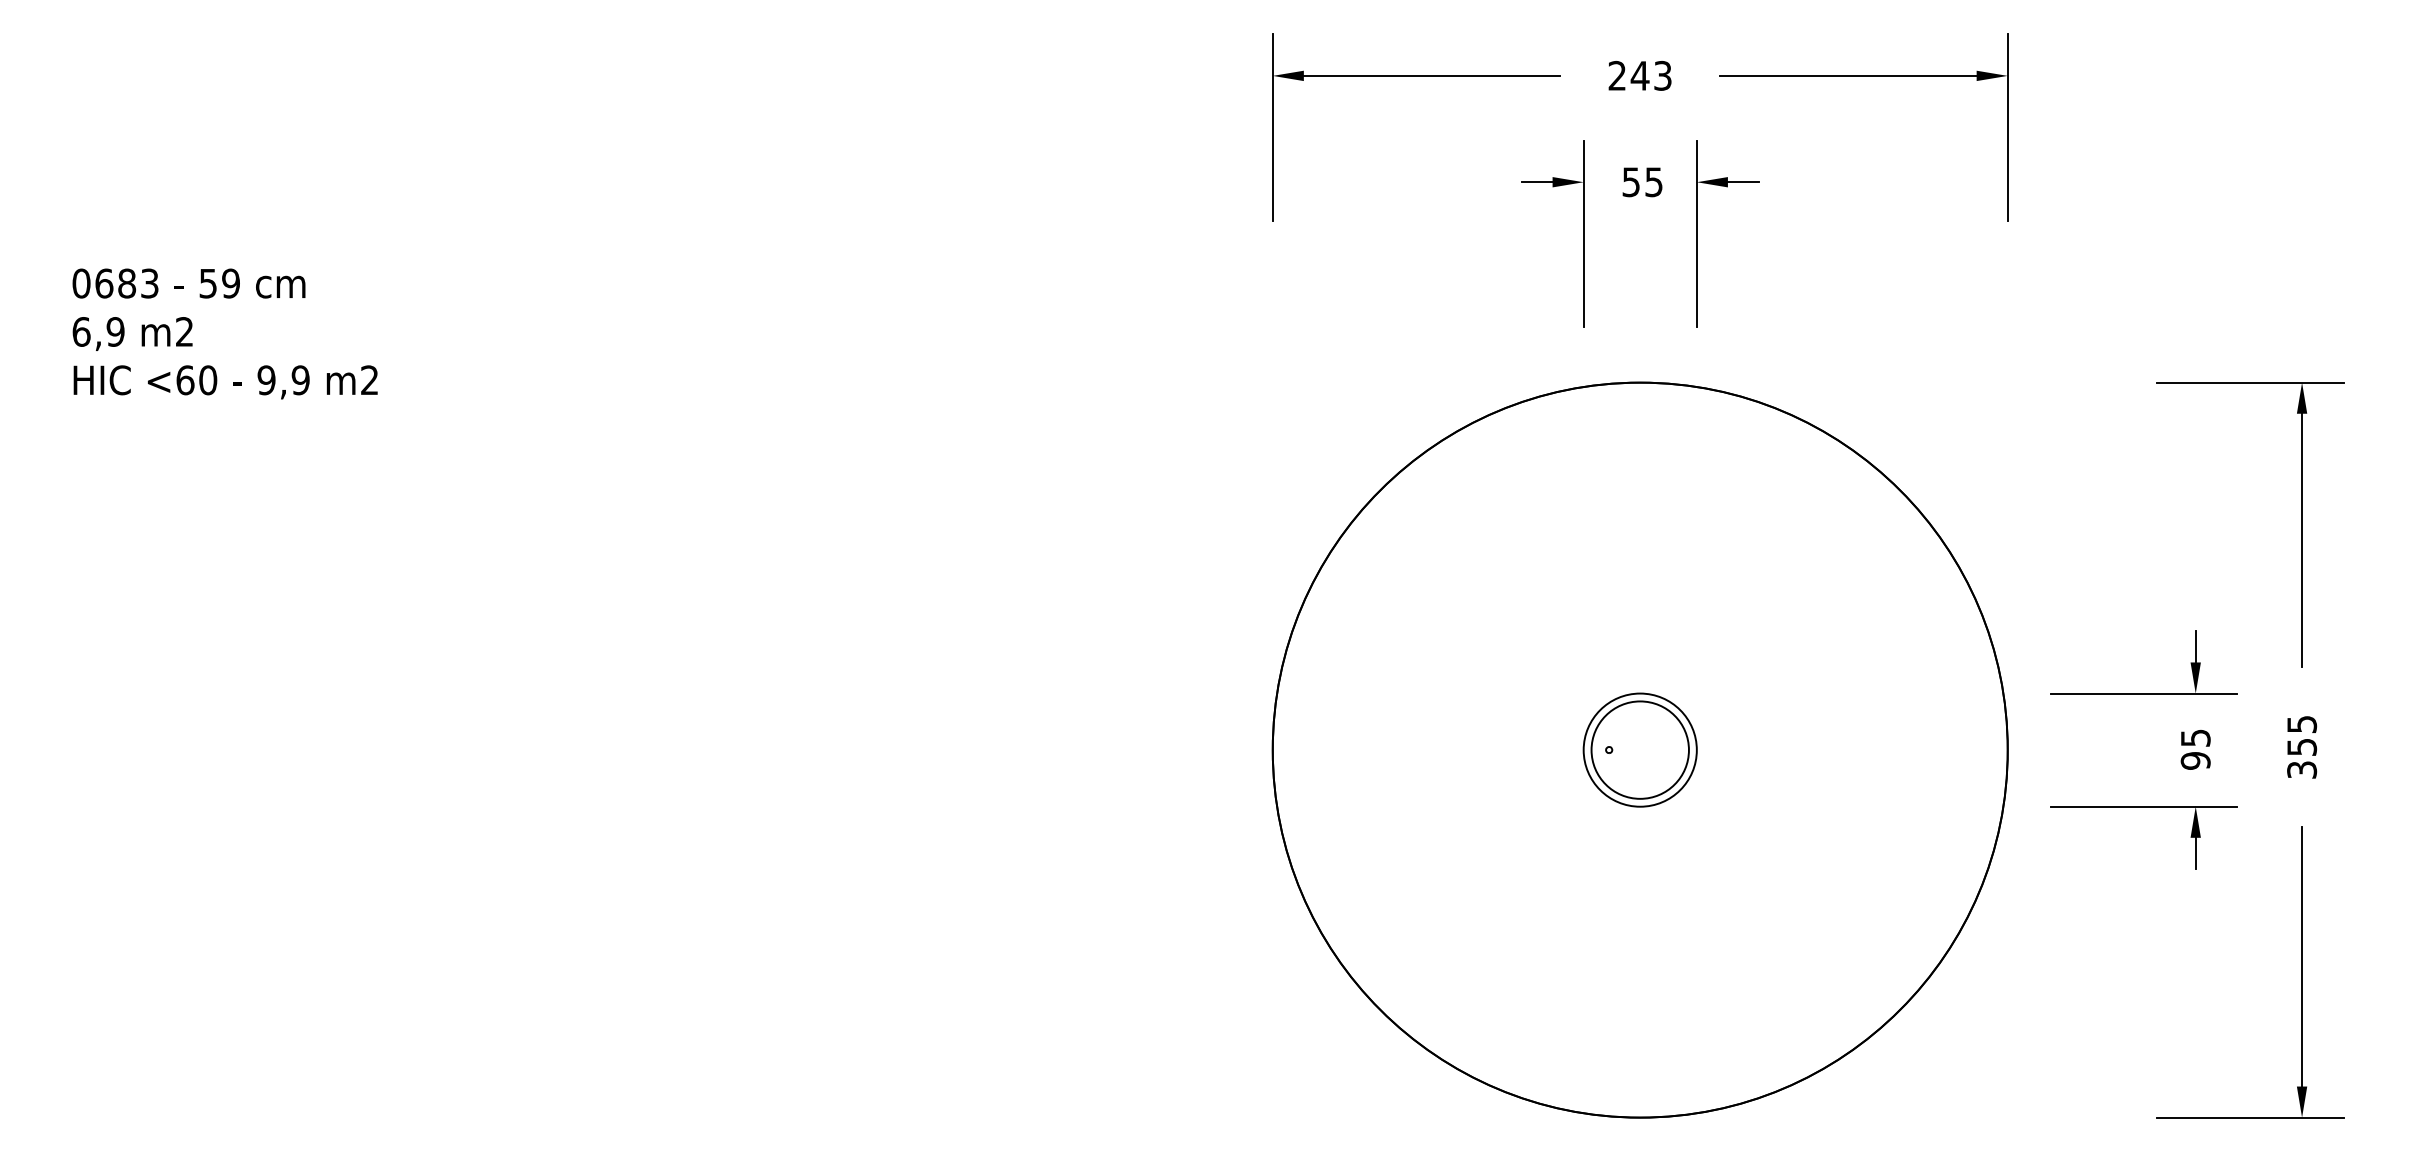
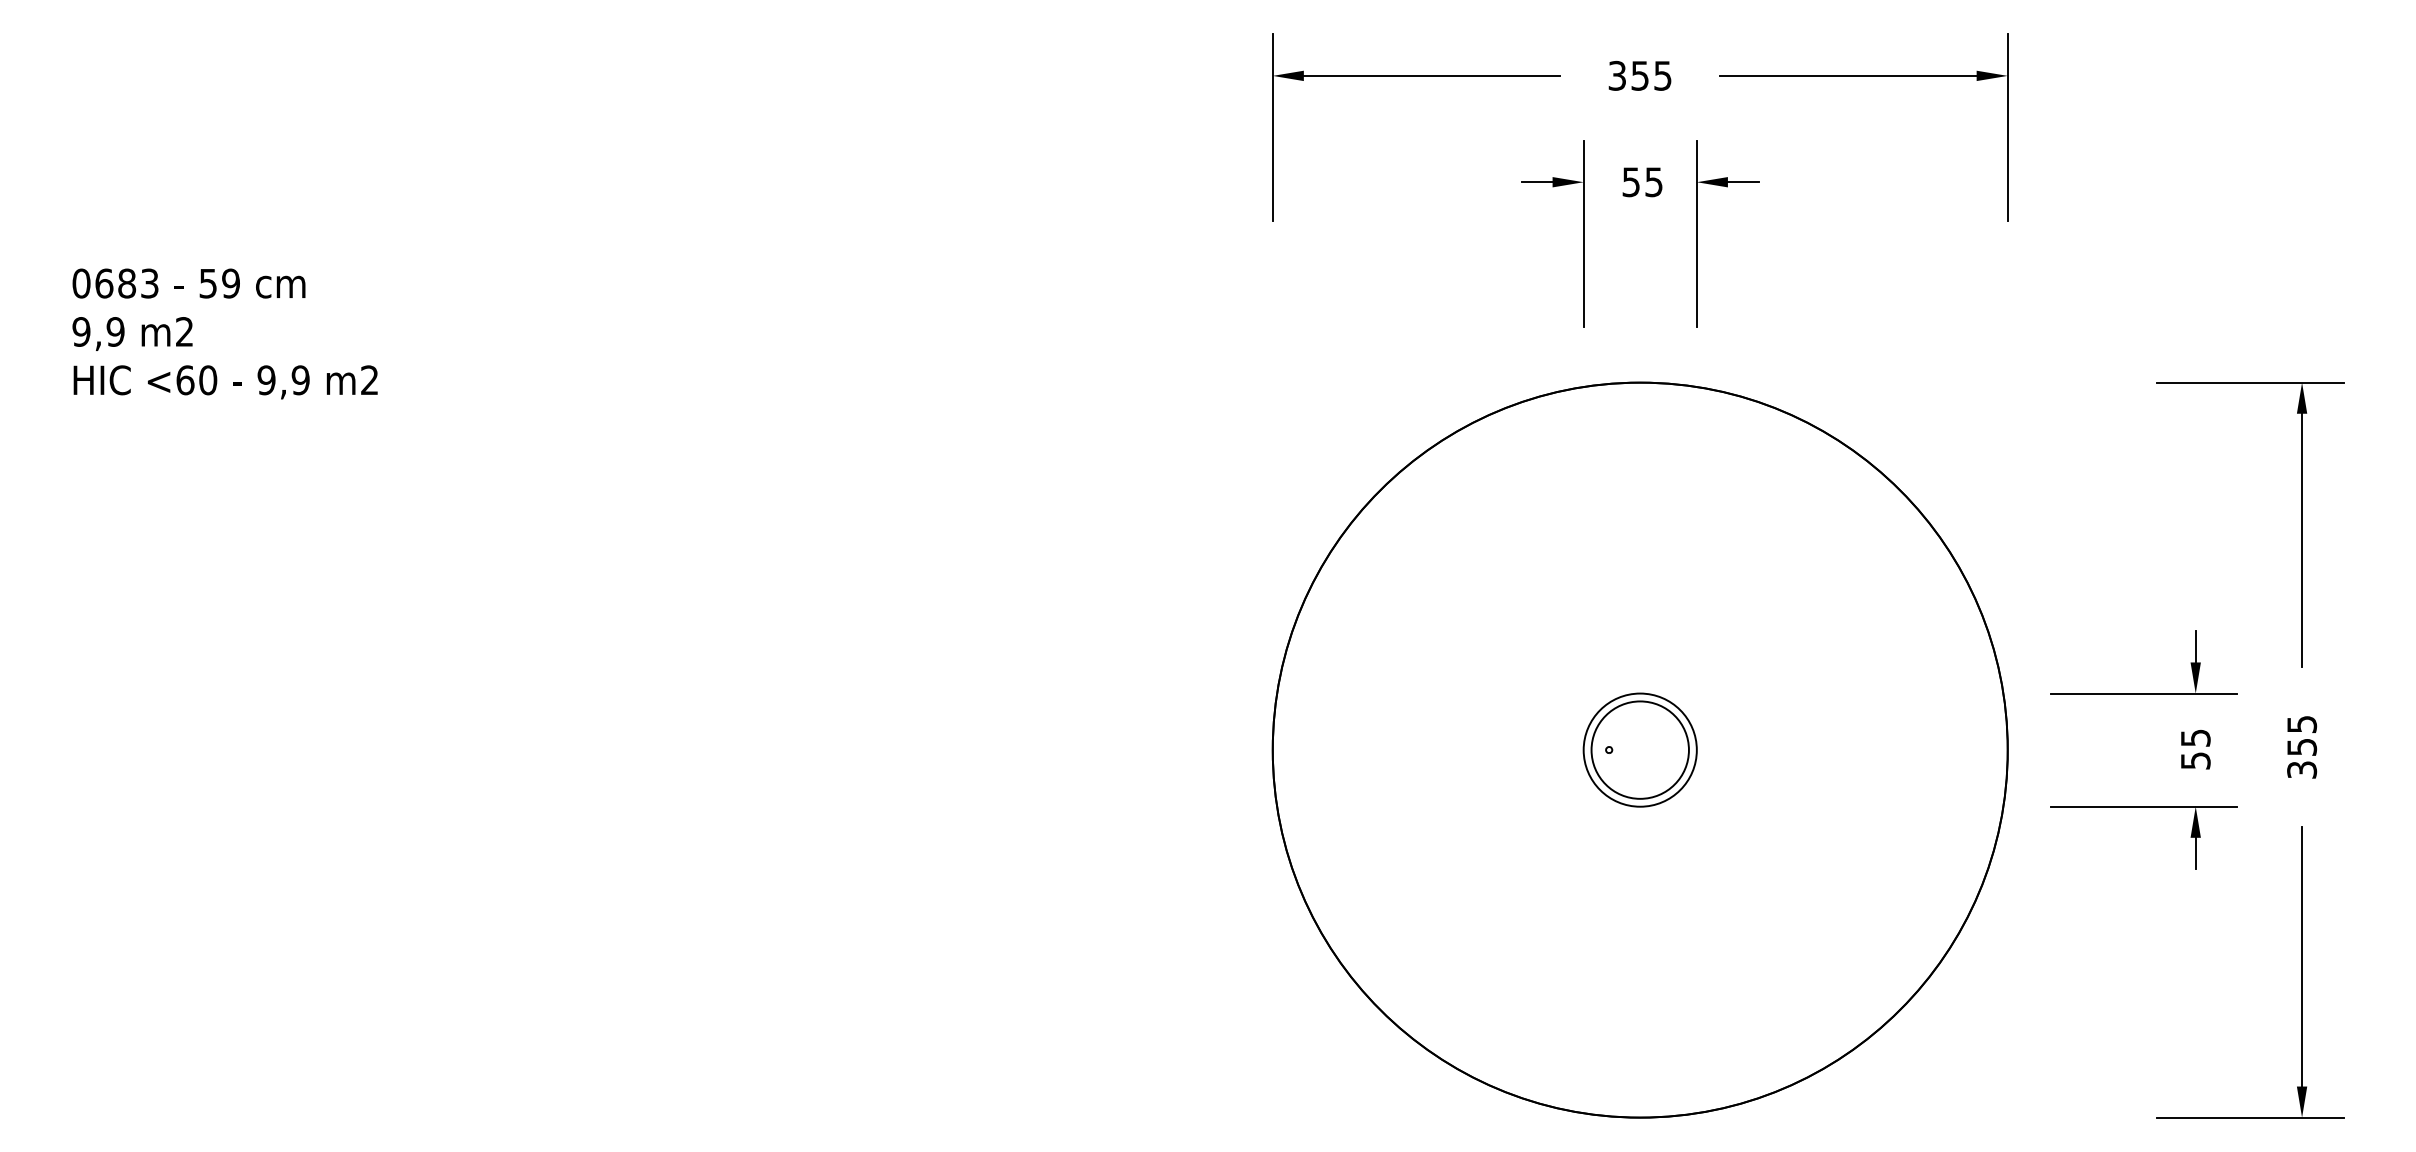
text at (1639, 75): 243 -> 355
text at (81, 331): 6,9 -> 9,9
text at (2195, 760): 95 -> 55
